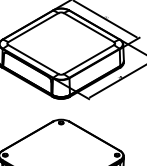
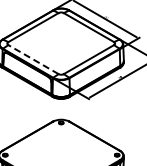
line at (33, 59): solid -> dashed
